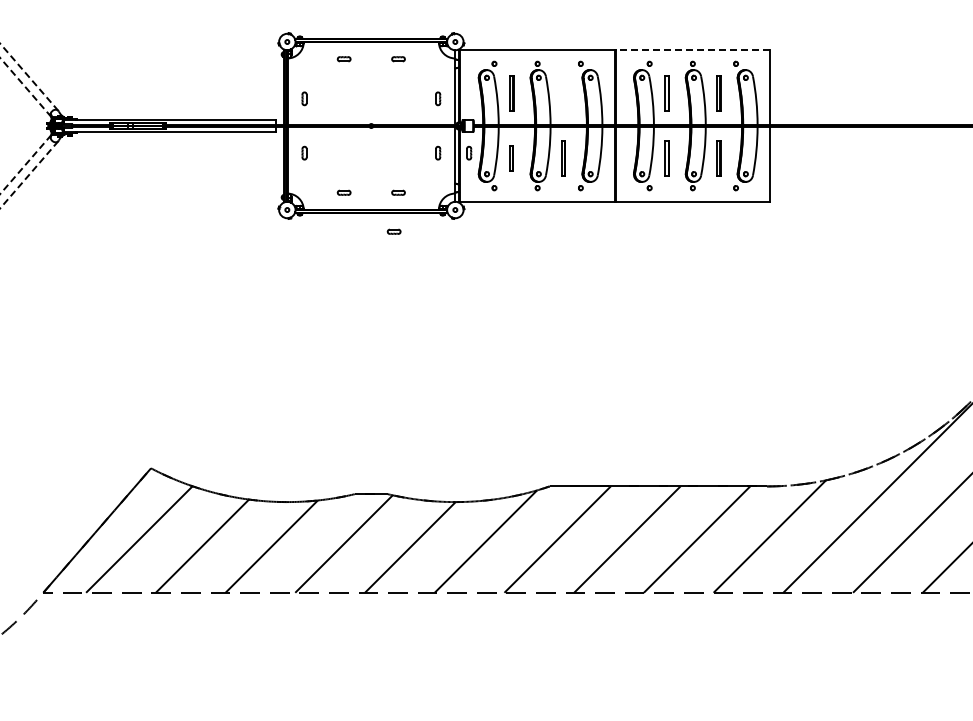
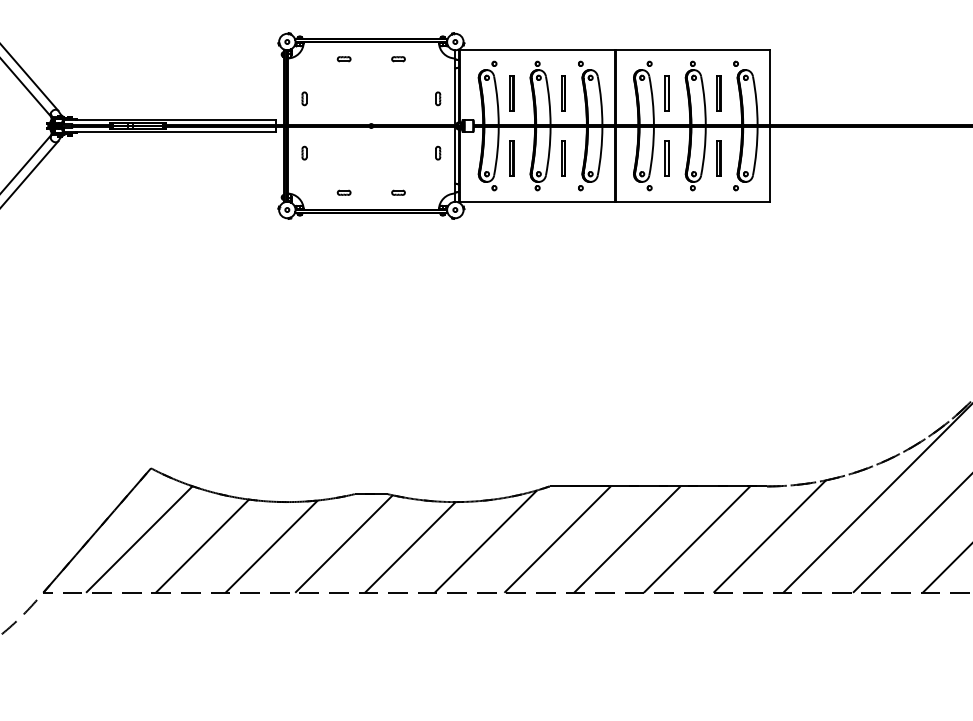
line at (692, 49): dashed -> solid
line at (29, 76): dashed -> solid
line at (25, 87): dashed -> solid
line at (562, 93): none -> present
part at (469, 152): present -> none
part at (511, 158) size: 5x27 px -> 6x37 px
line at (25, 164): dashed -> solid
line at (29, 175): dashed -> solid
part at (393, 231): present -> none
